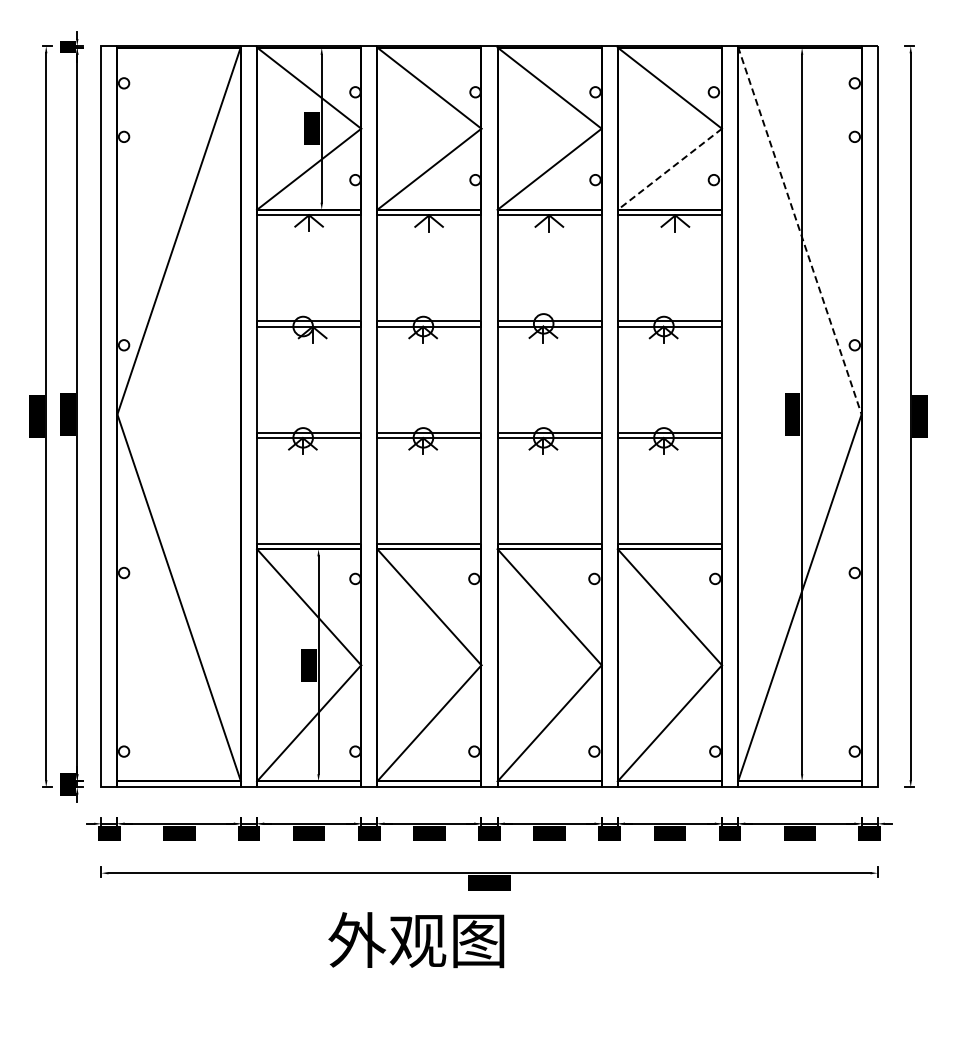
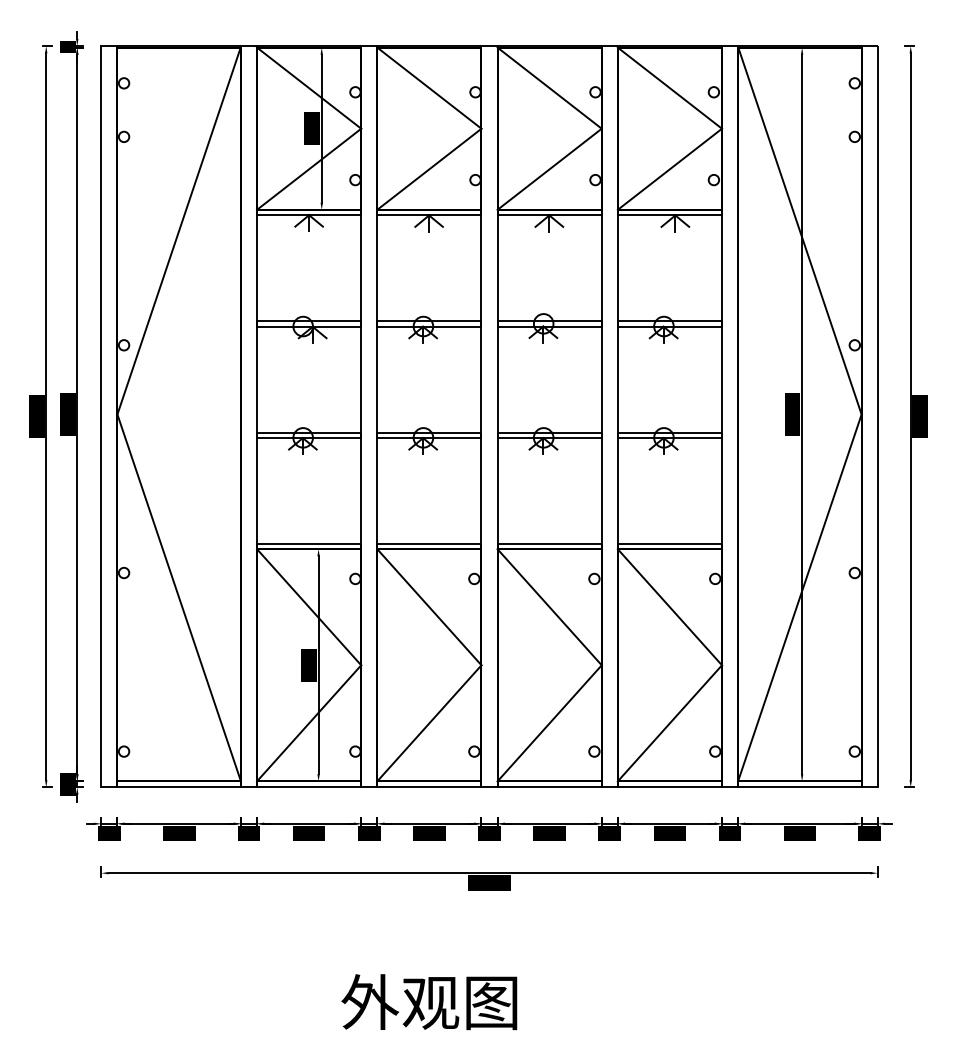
line at (669, 169): dashed -> solid
line at (799, 230): dashed -> solid
text at (416, 940) position: (416, 940) -> (429, 1002)
